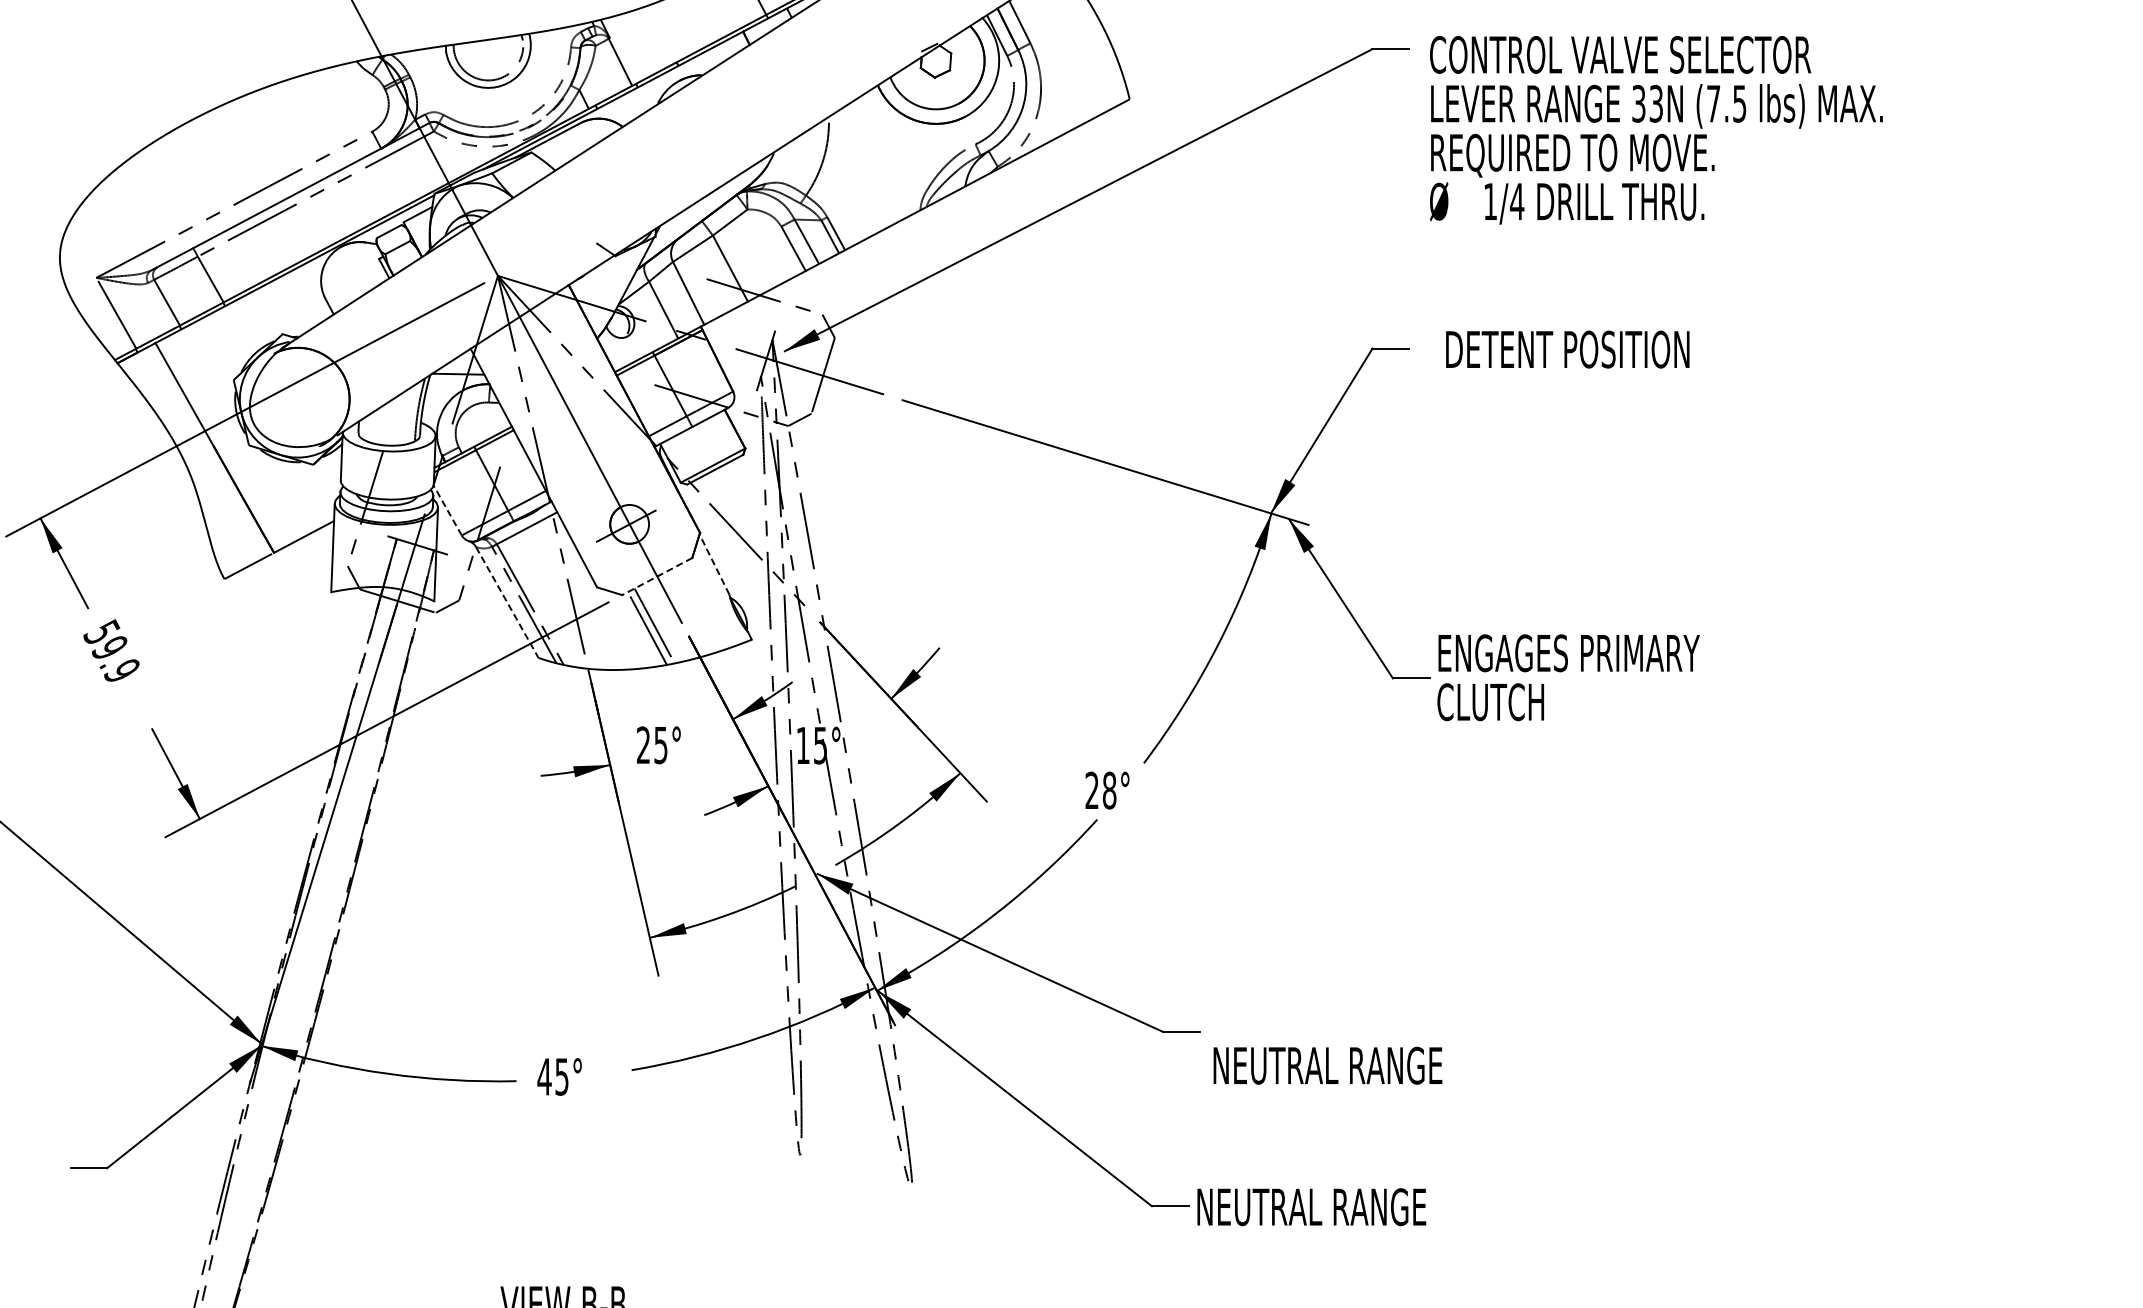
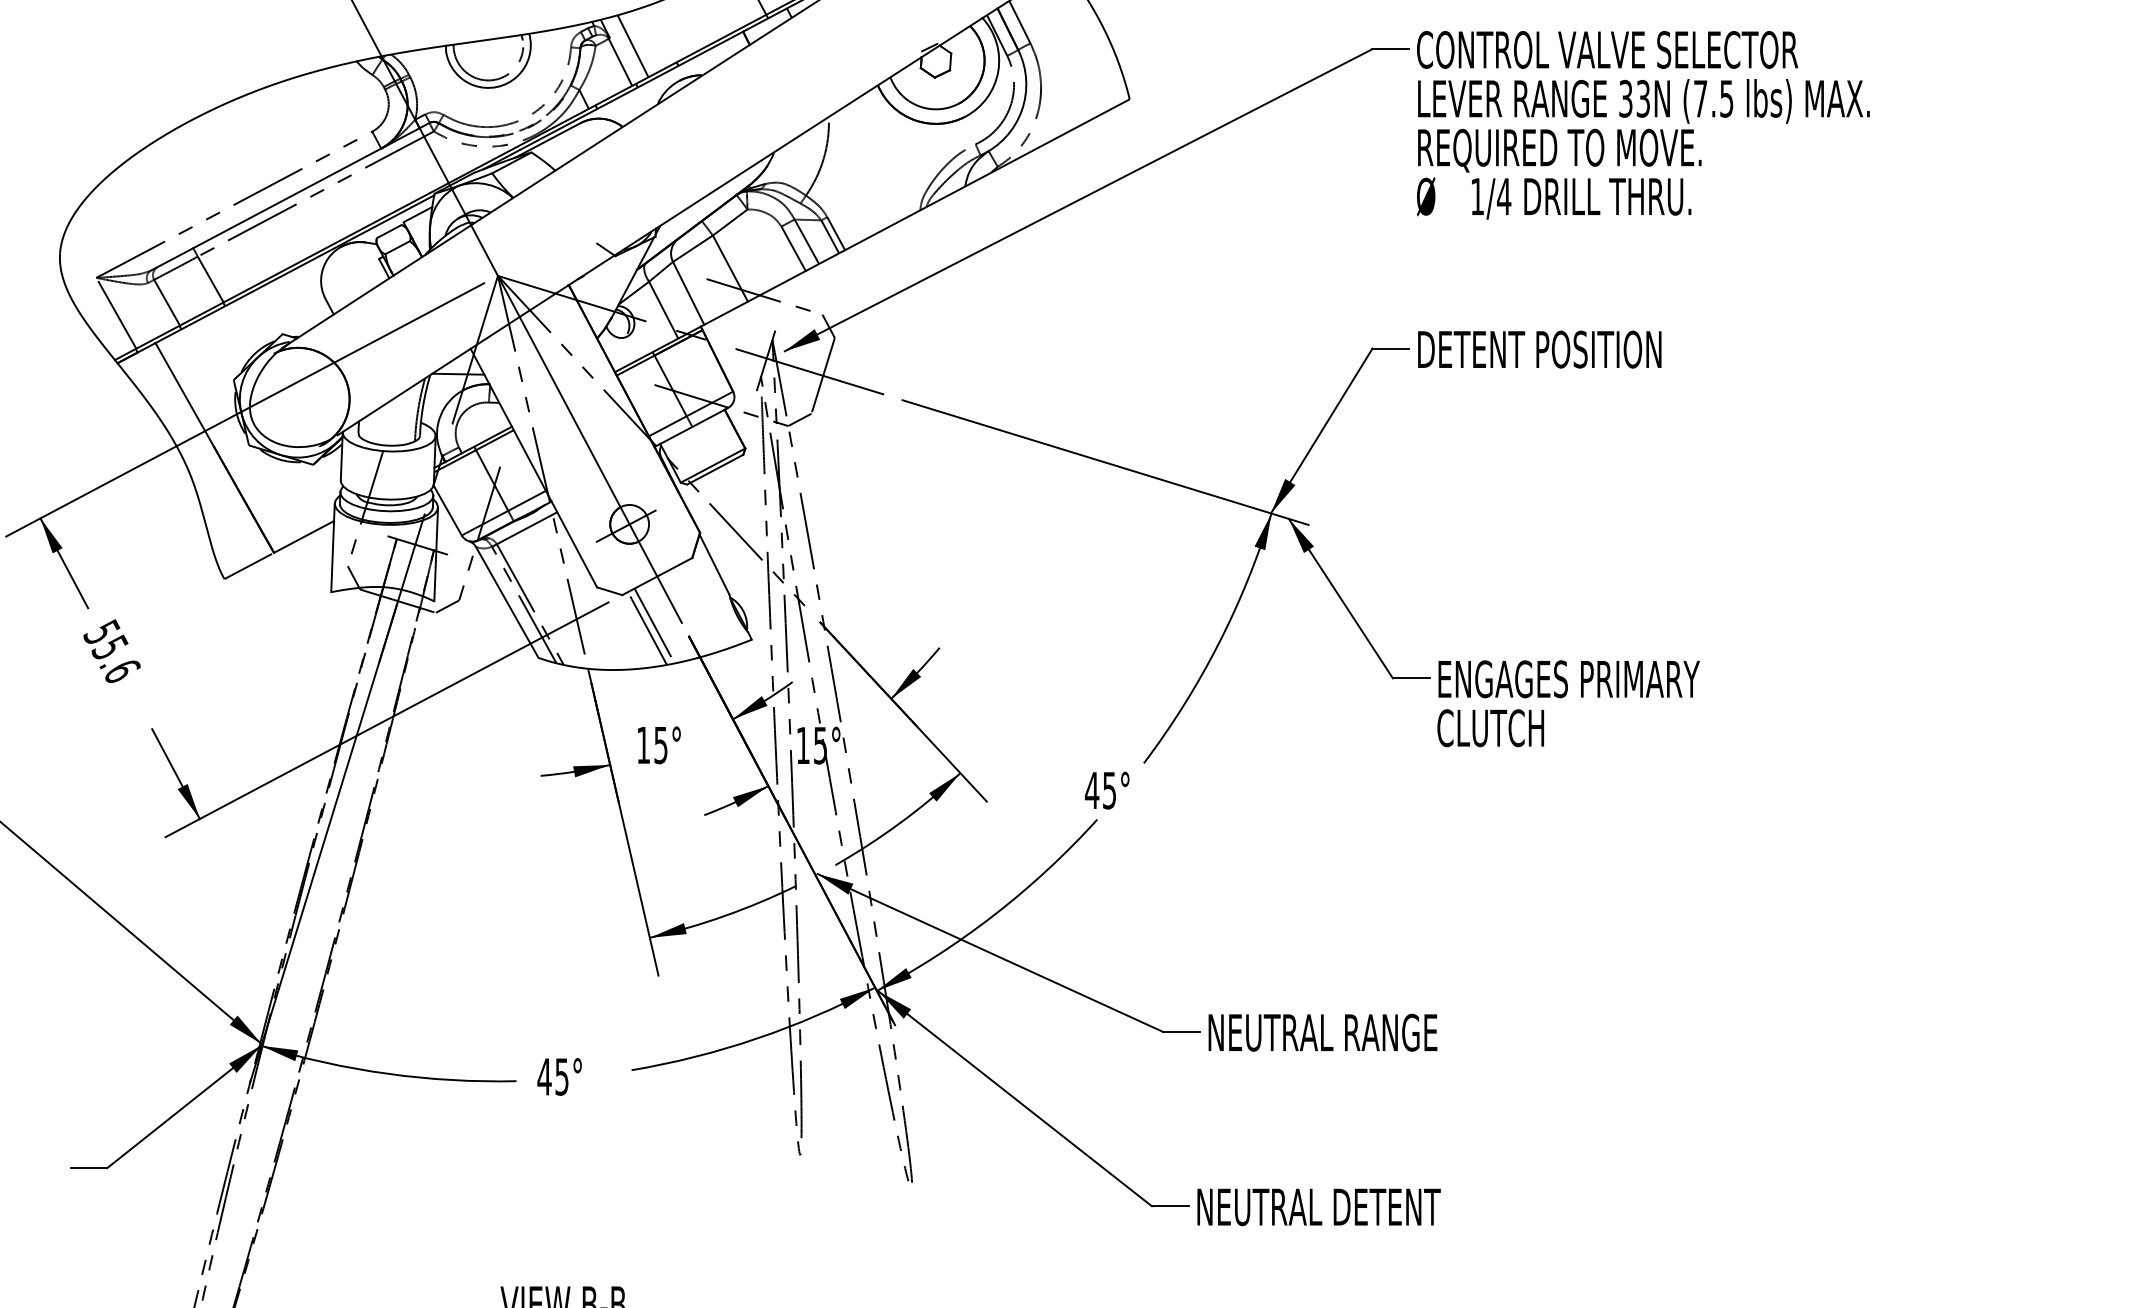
line at (632, 46): none -> present
text at (1656, 130) position: (1656, 130) -> (1643, 125)
text at (1567, 349) position: (1567, 349) -> (1539, 349)
line at (447, 510): dashed -> solid
line at (714, 564): dashed -> solid
line at (657, 576): dashed -> solid
line at (507, 602): dashed -> solid
text at (115, 658): 59.9 -> 55.6
text at (1568, 677) position: (1568, 677) -> (1568, 703)
text at (643, 744): 25° -> 15°
text at (1100, 790): 28° -> 45°
text at (1327, 1065) position: (1327, 1065) -> (1322, 1032)
text at (1388, 1207): NEUTRAL RANGE -> NEUTRAL DETENT
